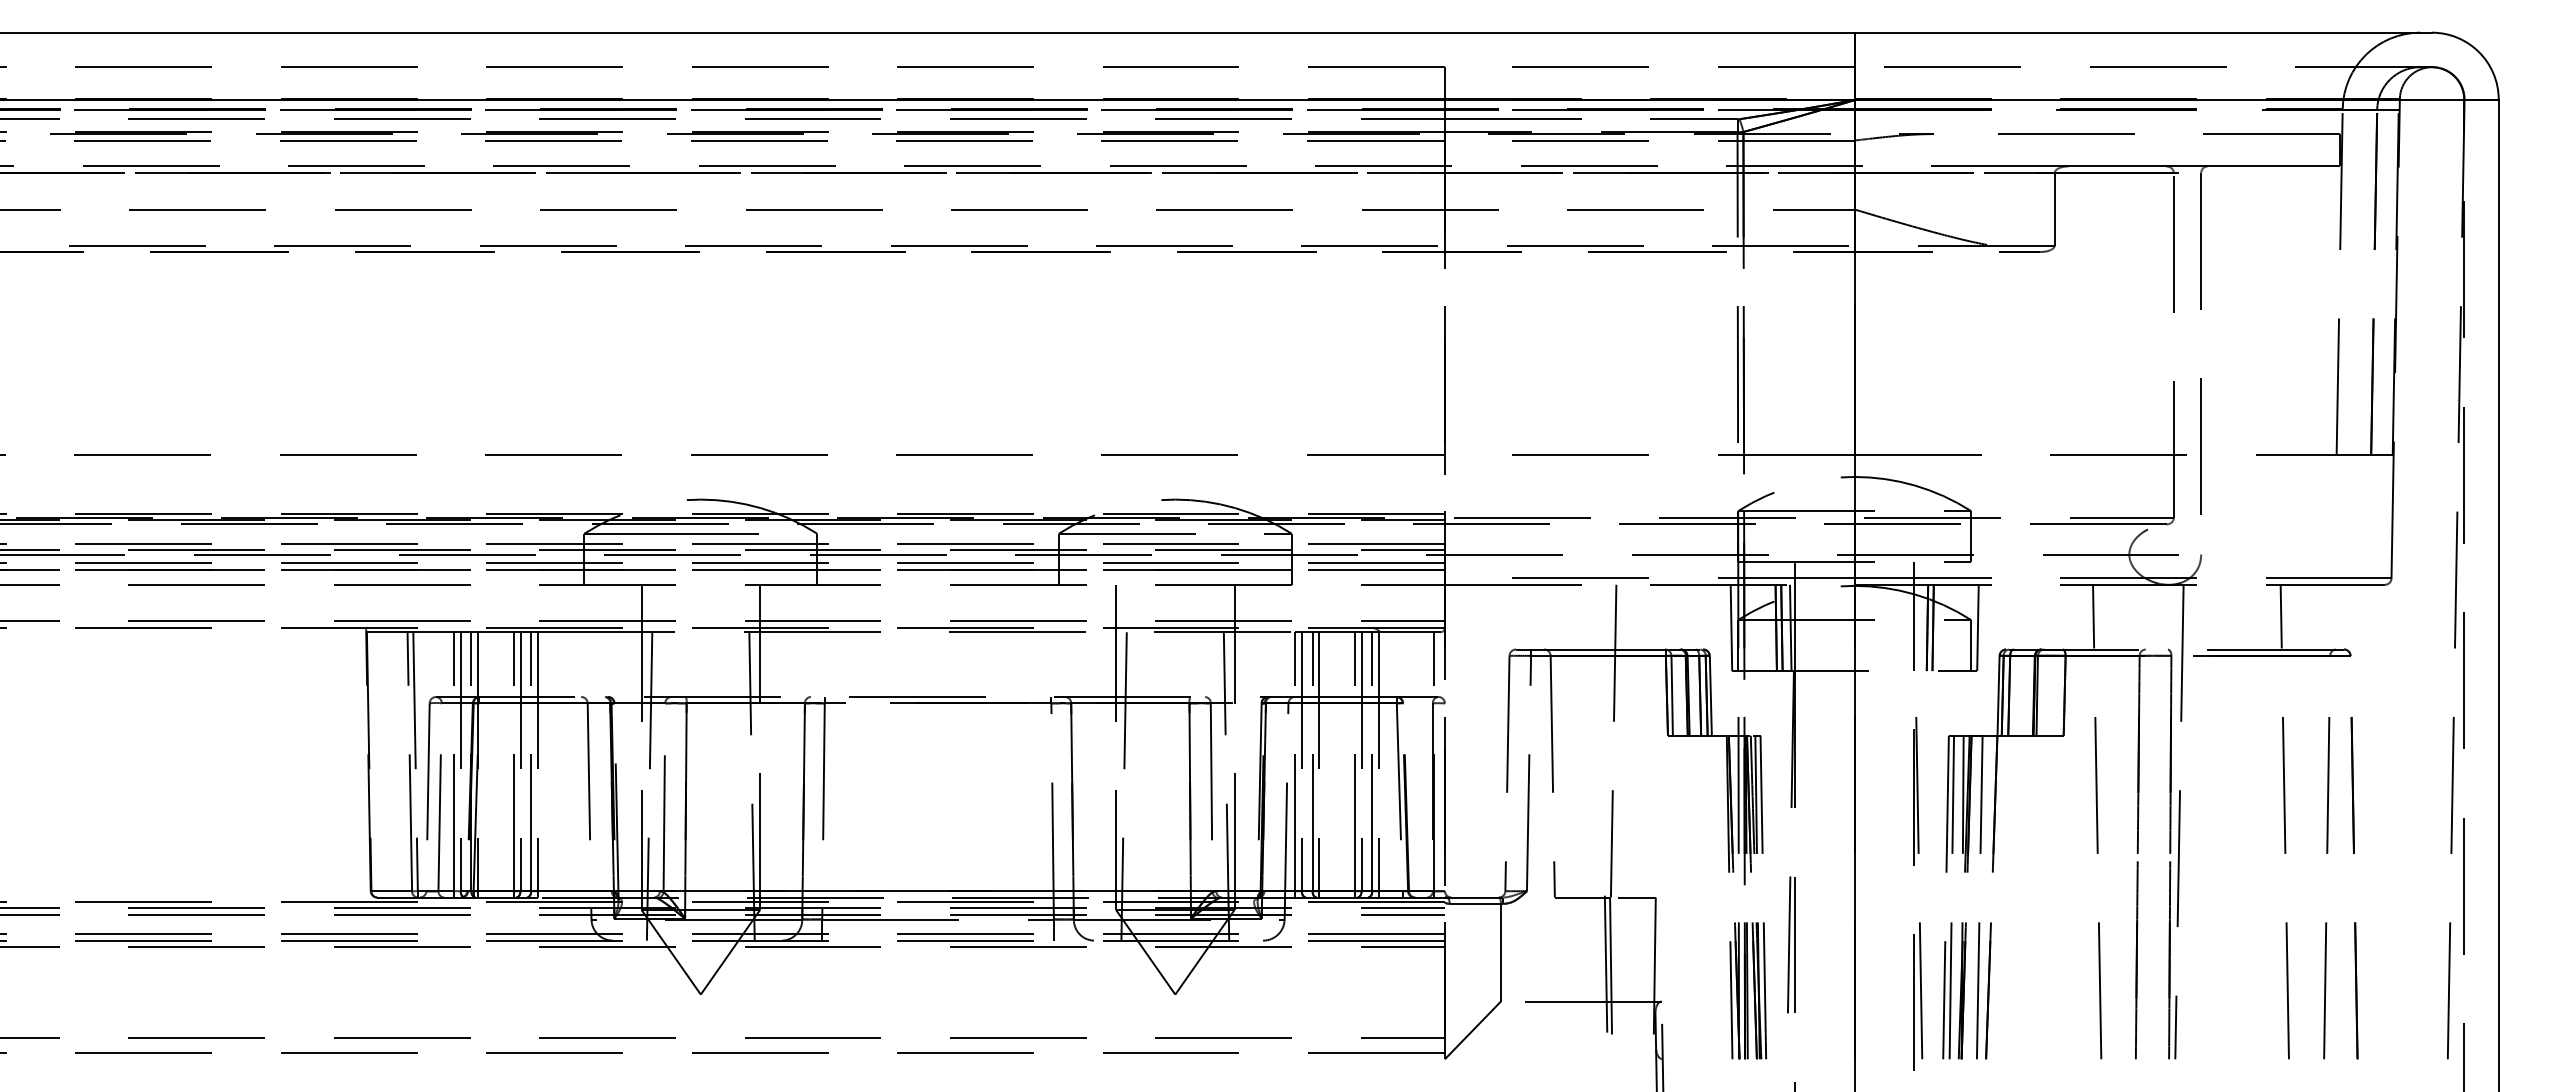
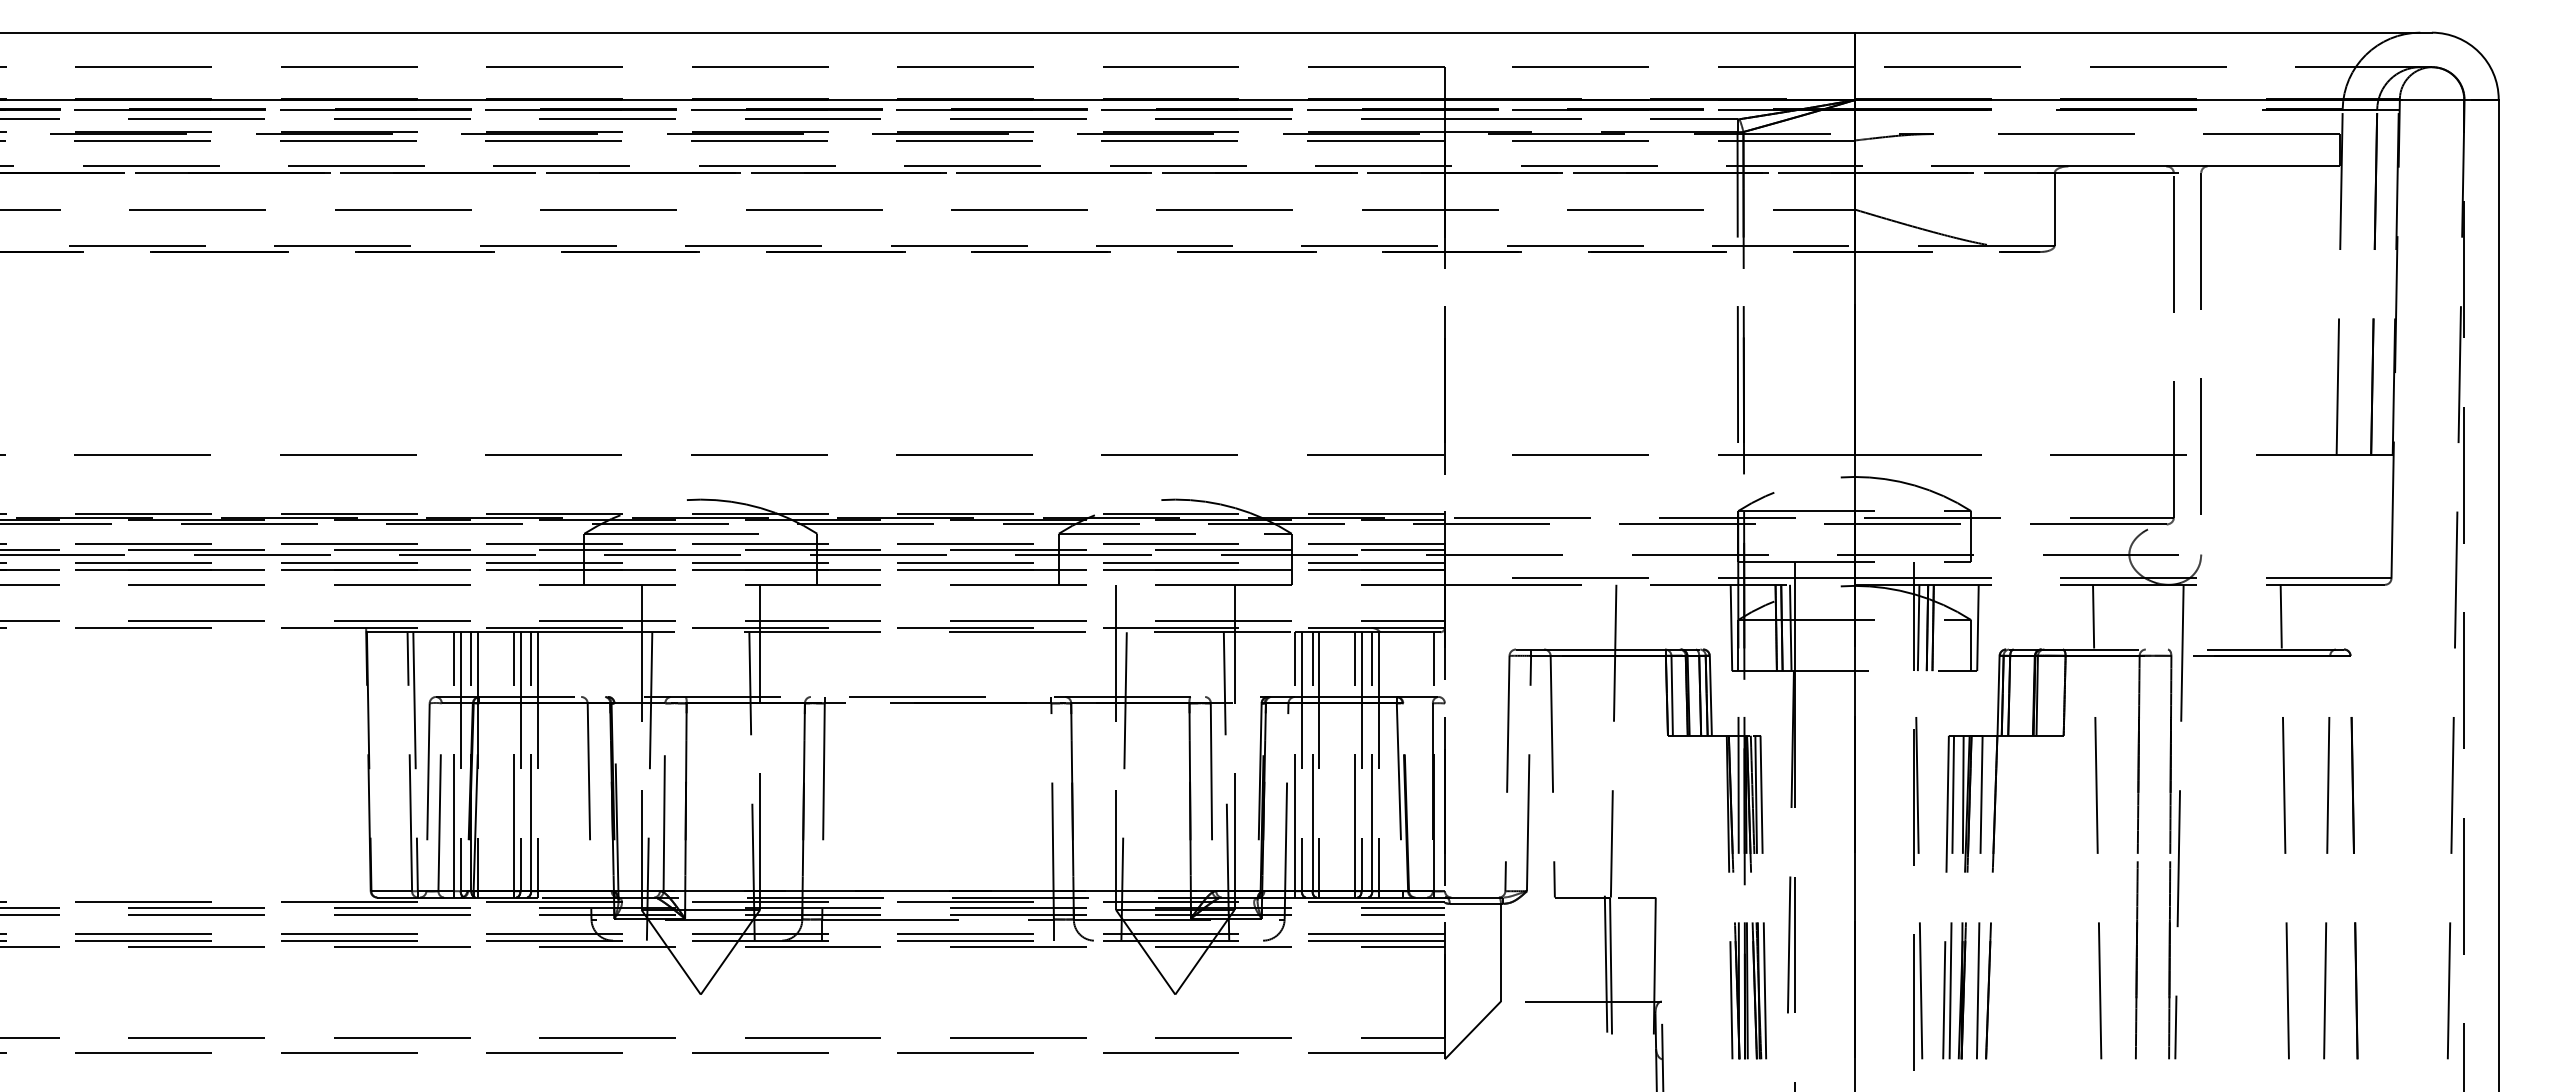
line at (1918, 627): none -> present
